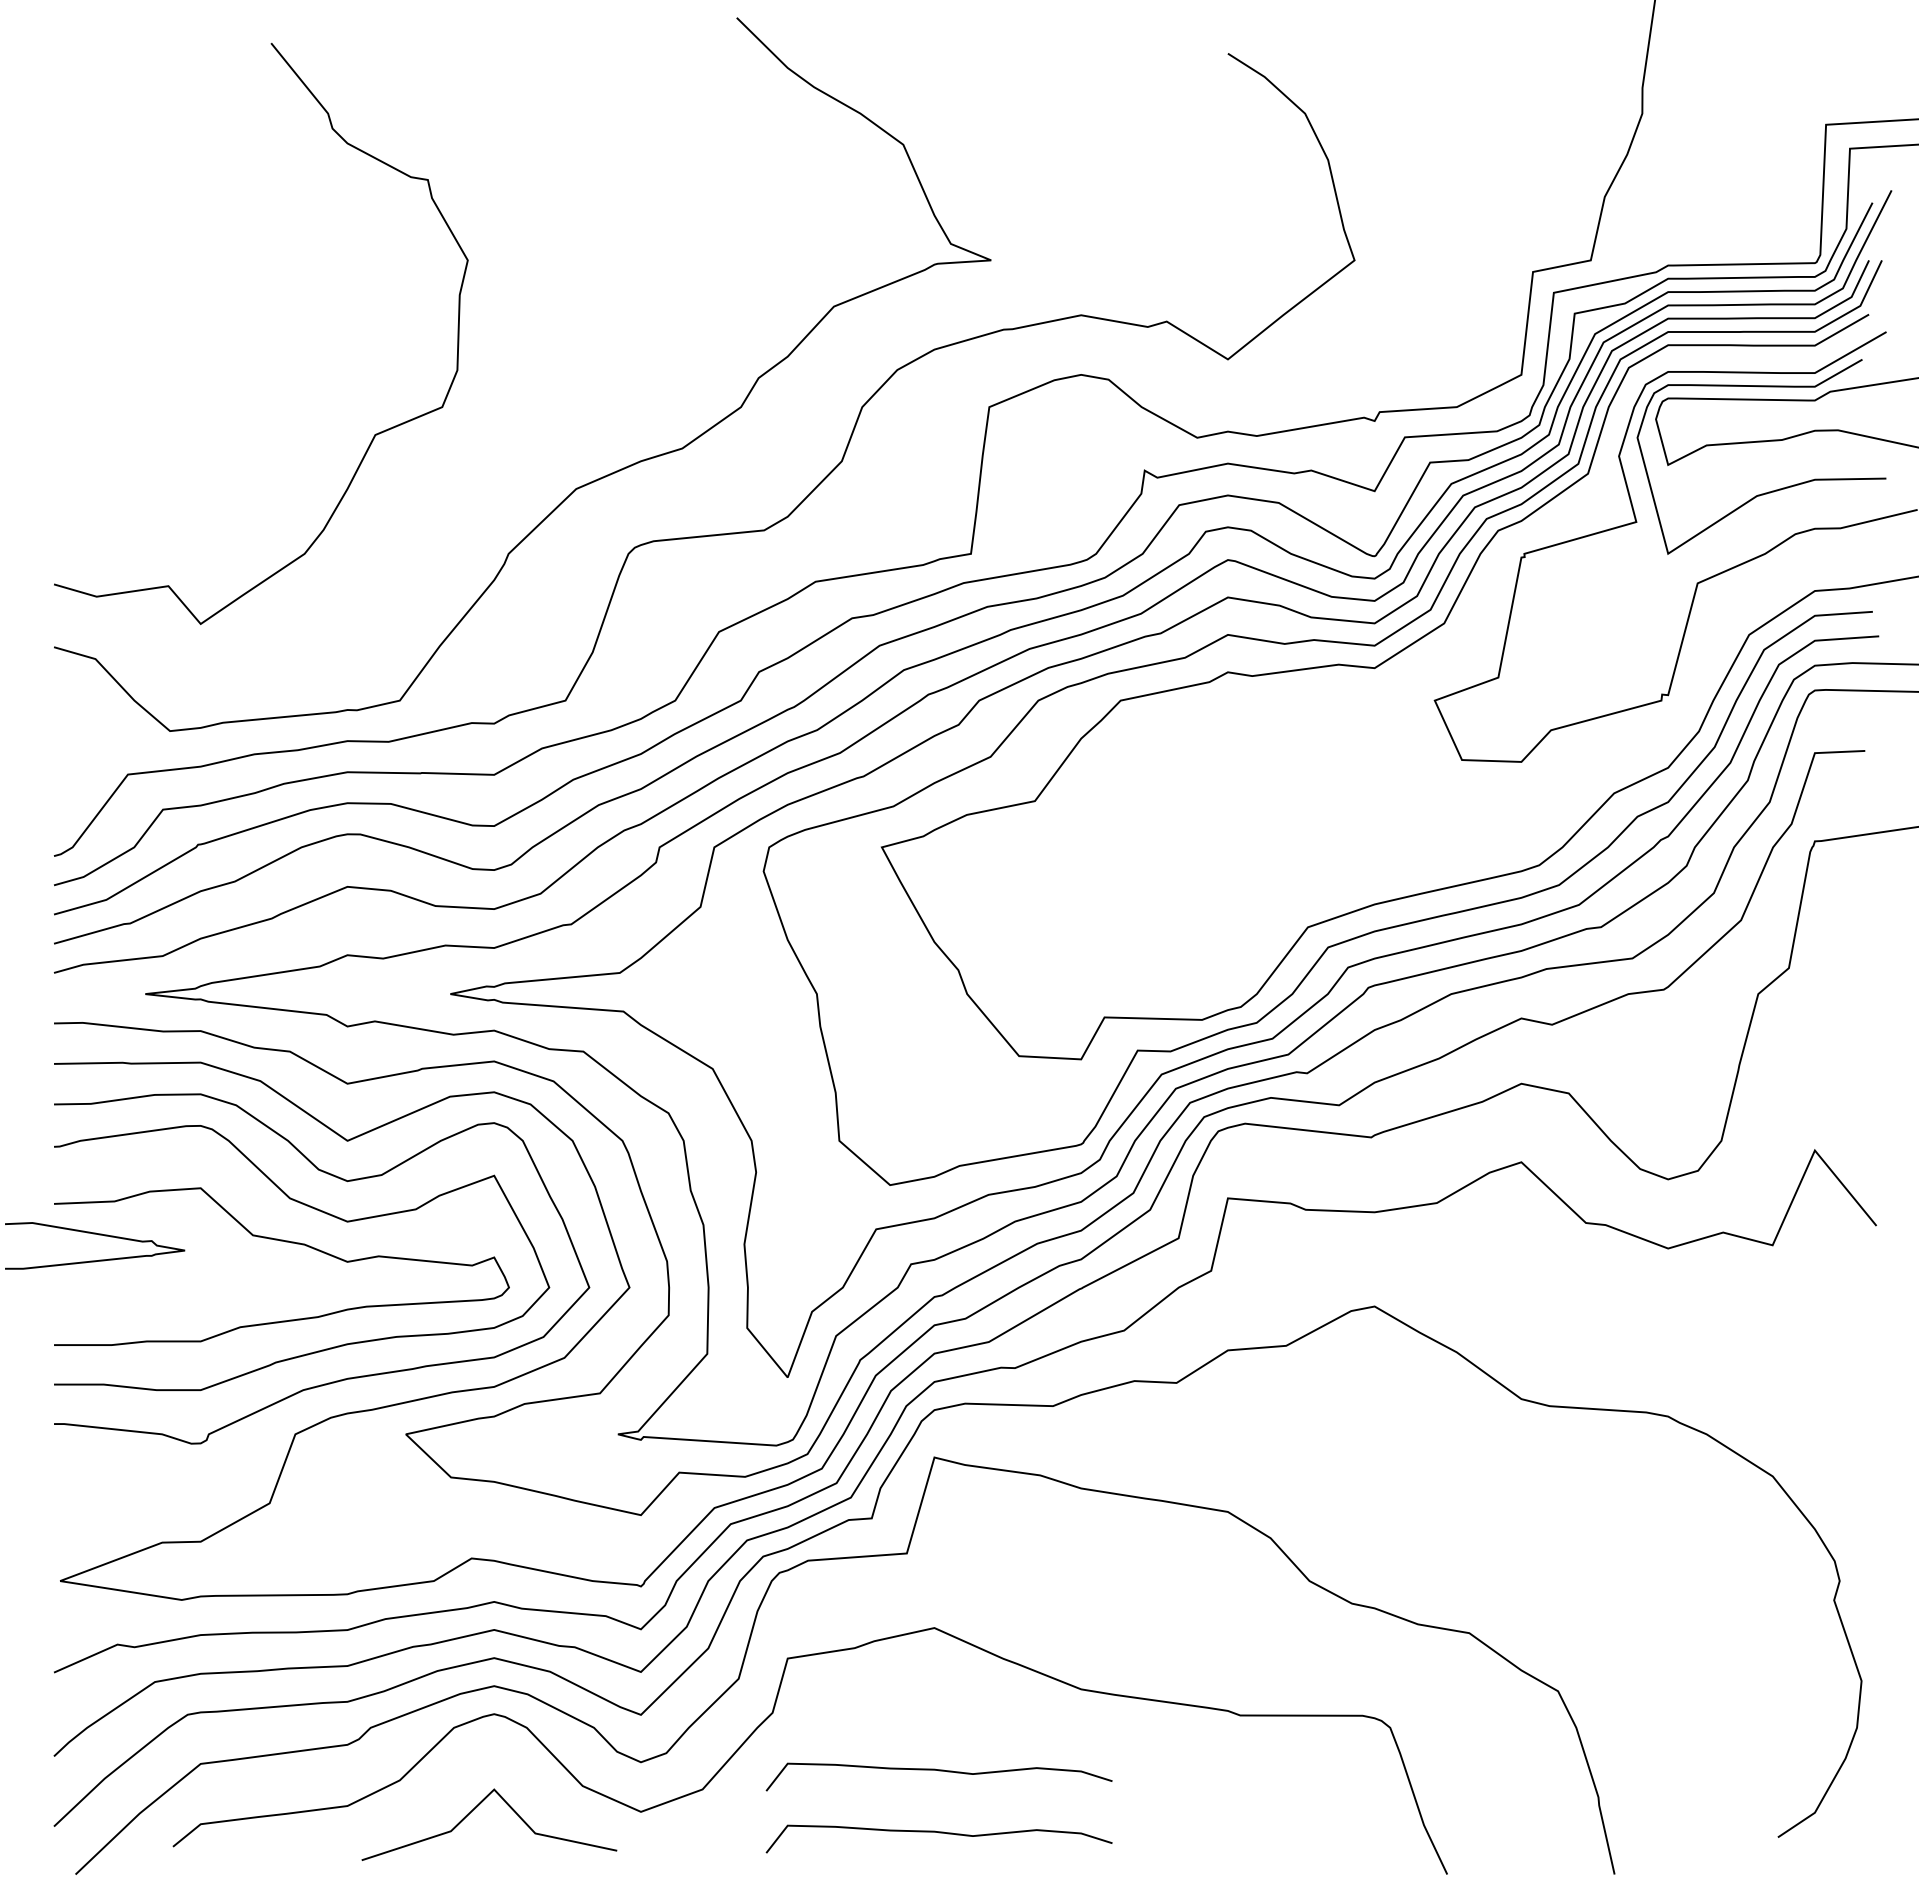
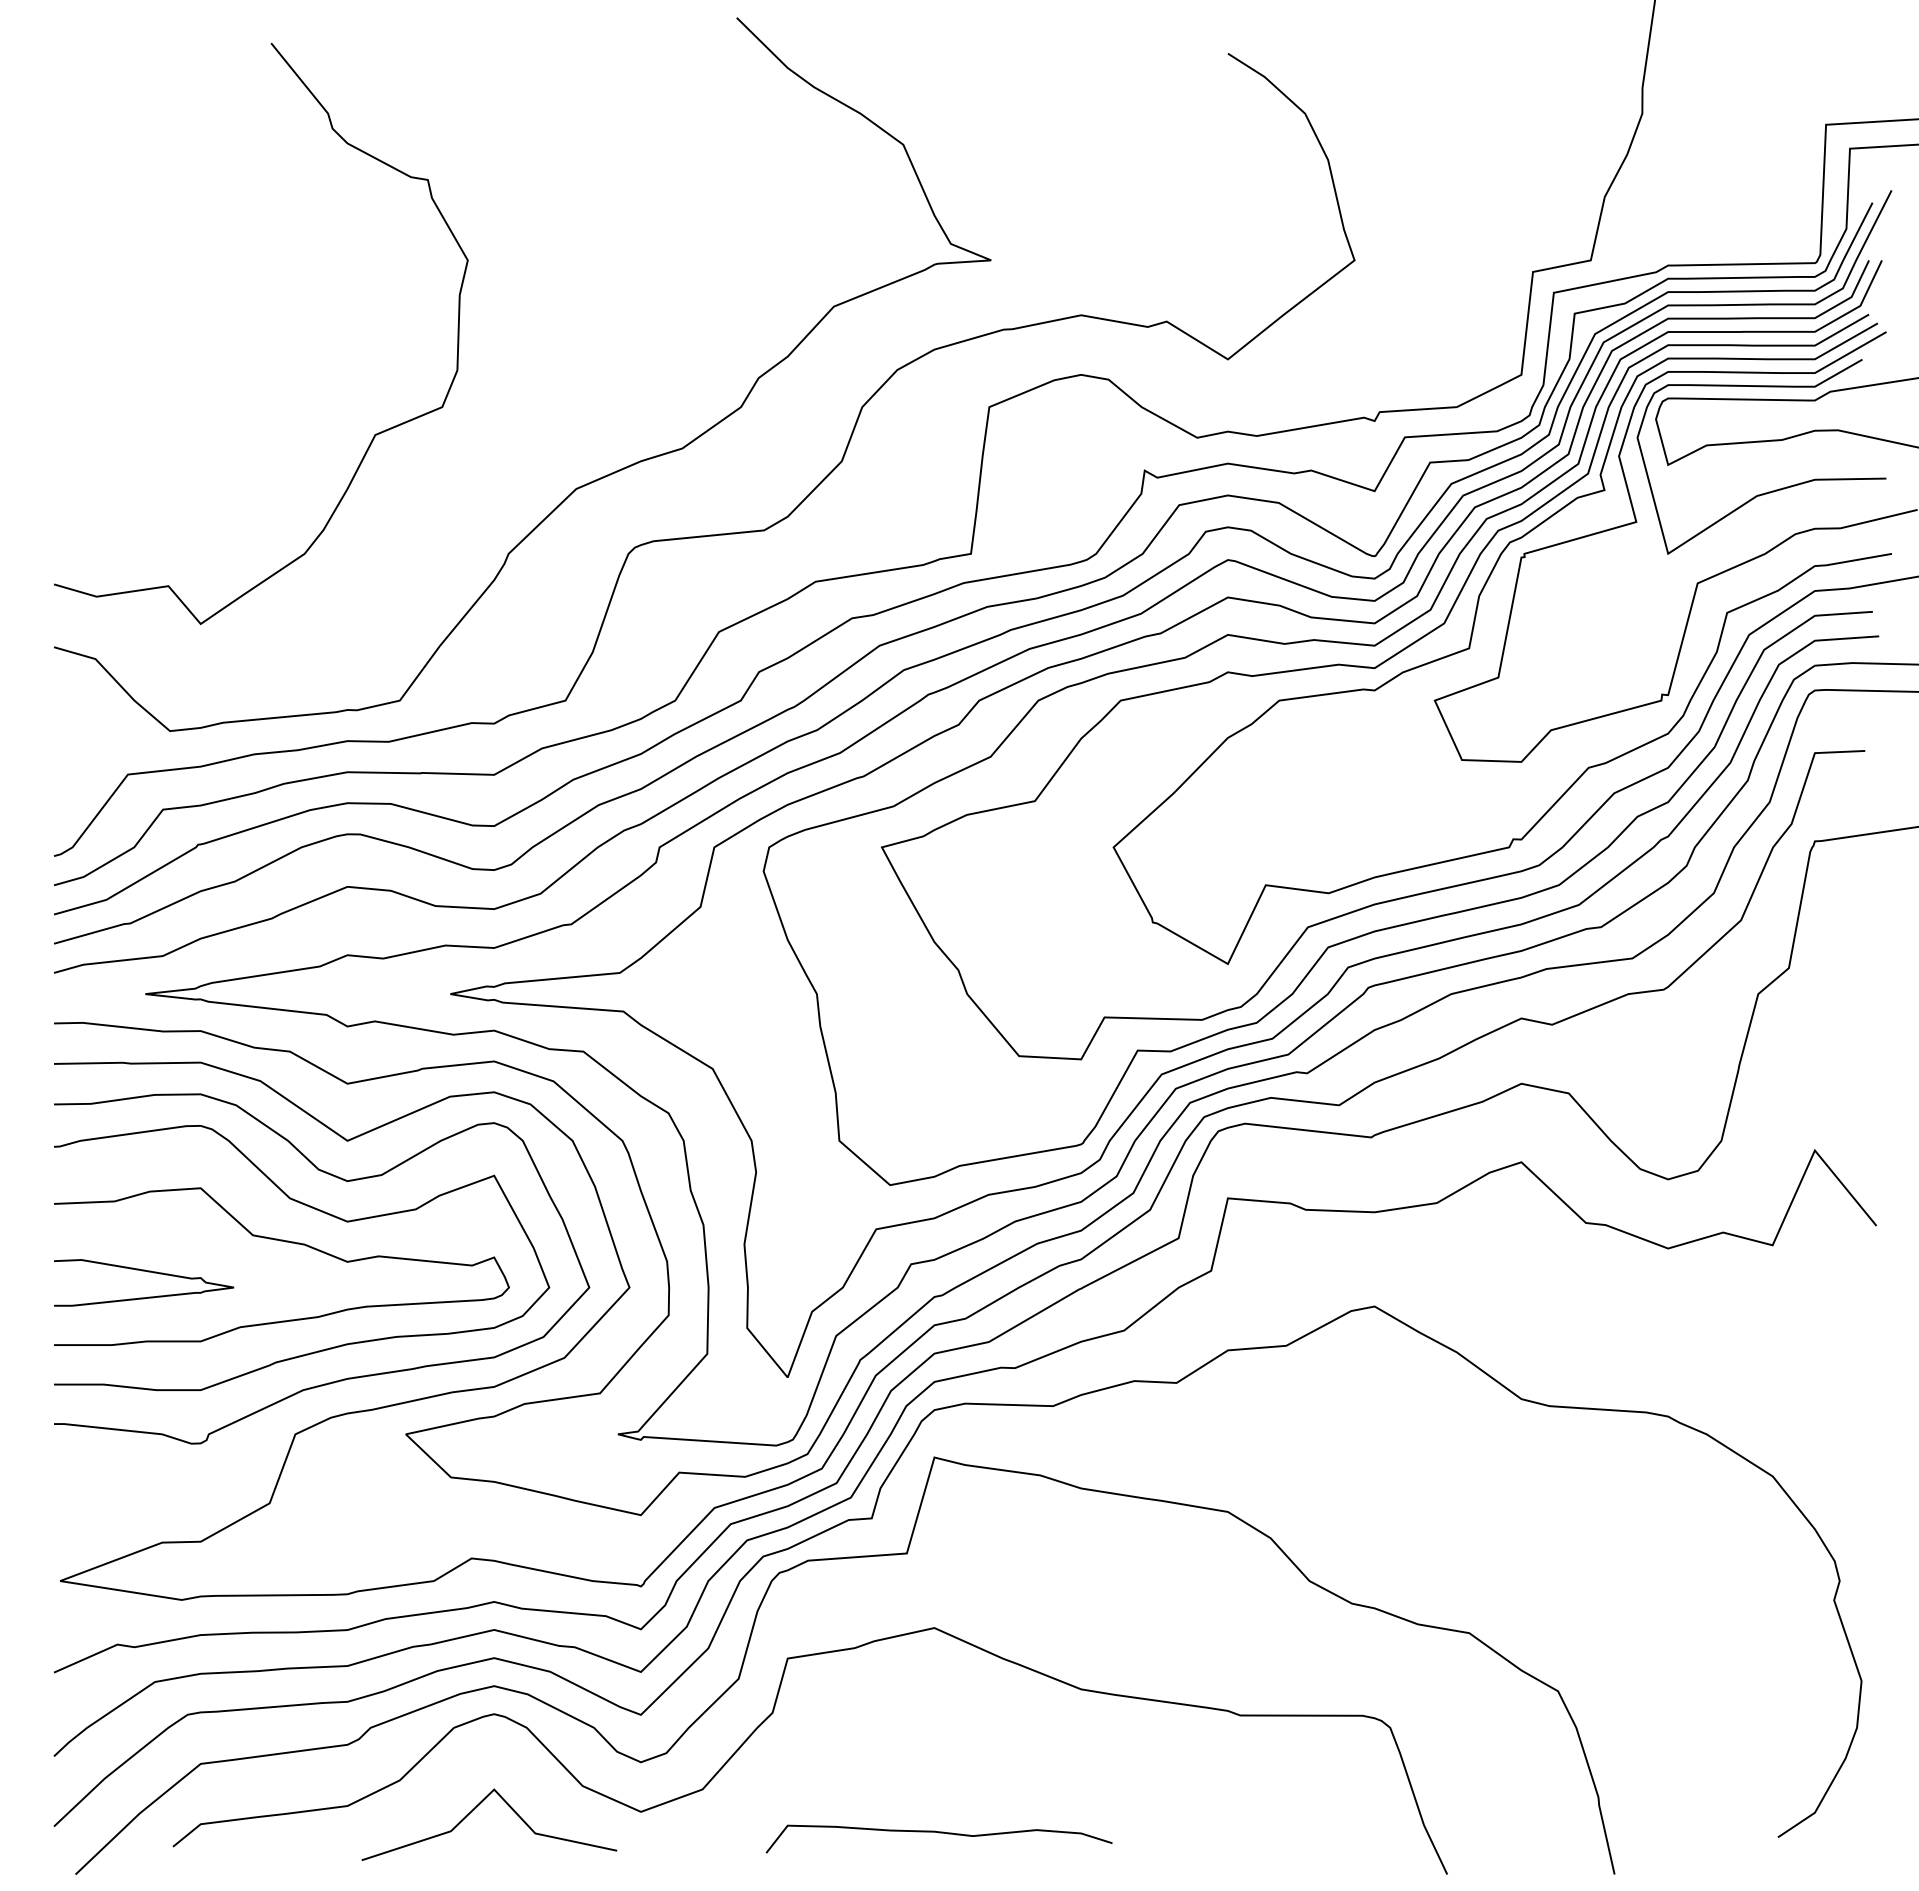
curve at (1472, 637): none -> present
curve at (98, 1235) position: (98, 1235) -> (147, 1272)
curve at (938, 1771): present -> none
